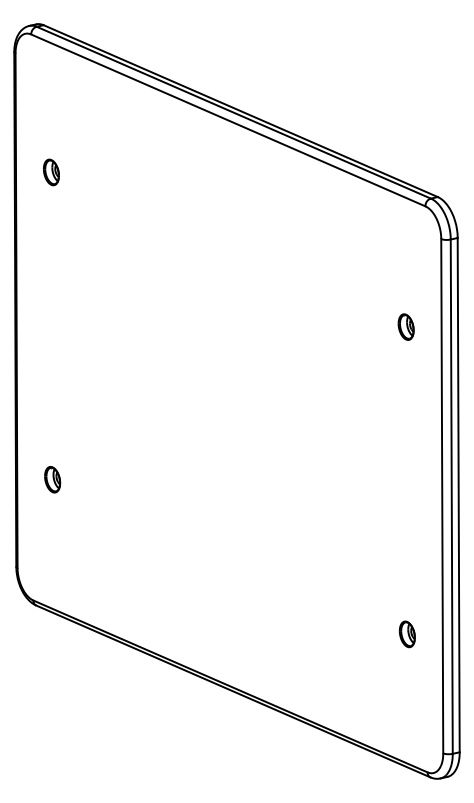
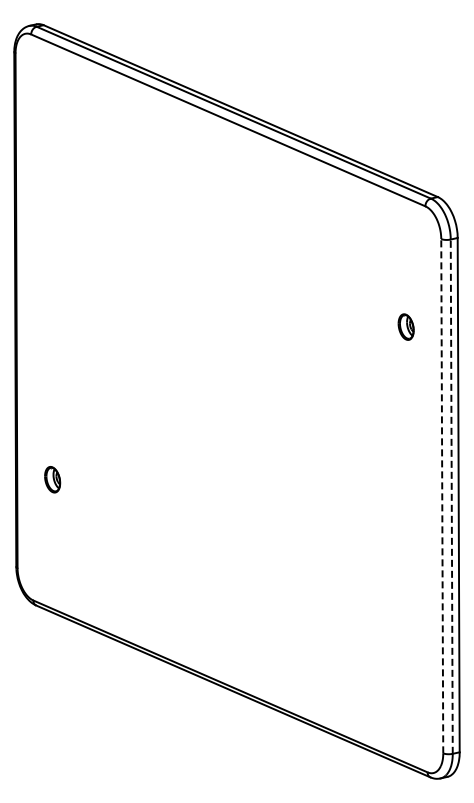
part at (51, 172): present -> none
line at (442, 495): solid -> dashed
line at (451, 496): solid -> dashed
part at (406, 634): present -> none
